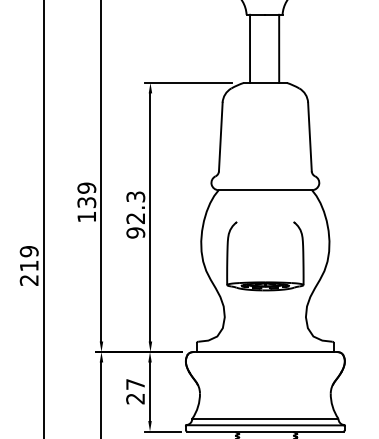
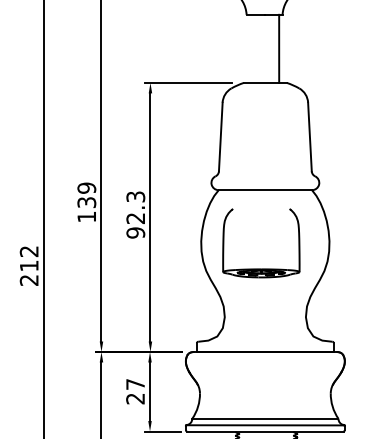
line at (250, 48): present -> none
text at (28, 251): 219 -> 212
part at (265, 281) position: (265, 281) -> (261, 268)
